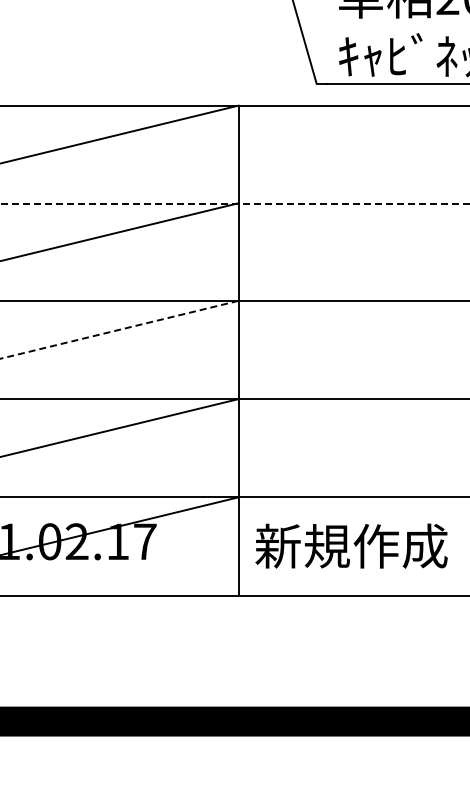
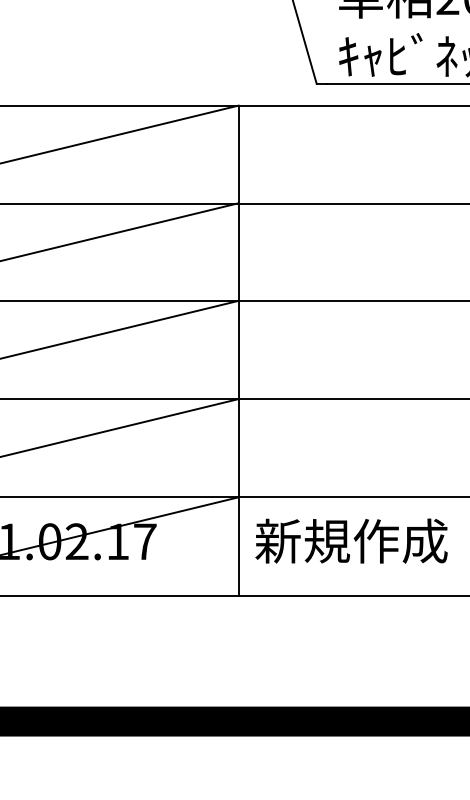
line at (235, 203): dashed -> solid
line at (119, 329): dashed -> solid
text at (351, 545) position: (351, 545) -> (351, 540)
